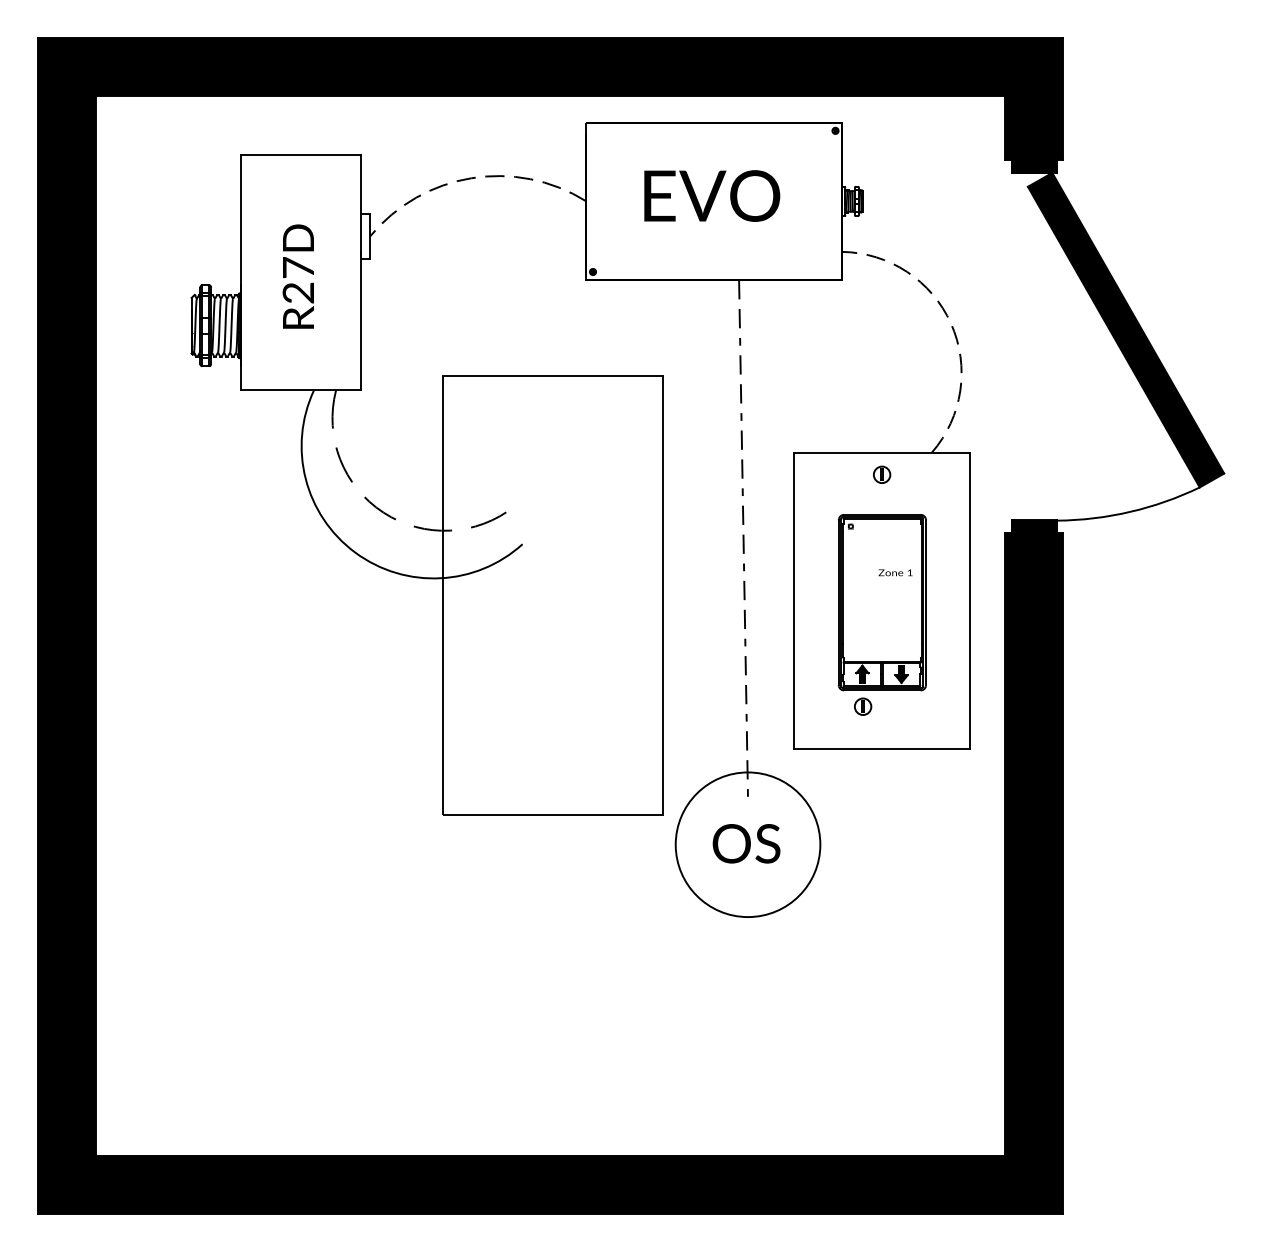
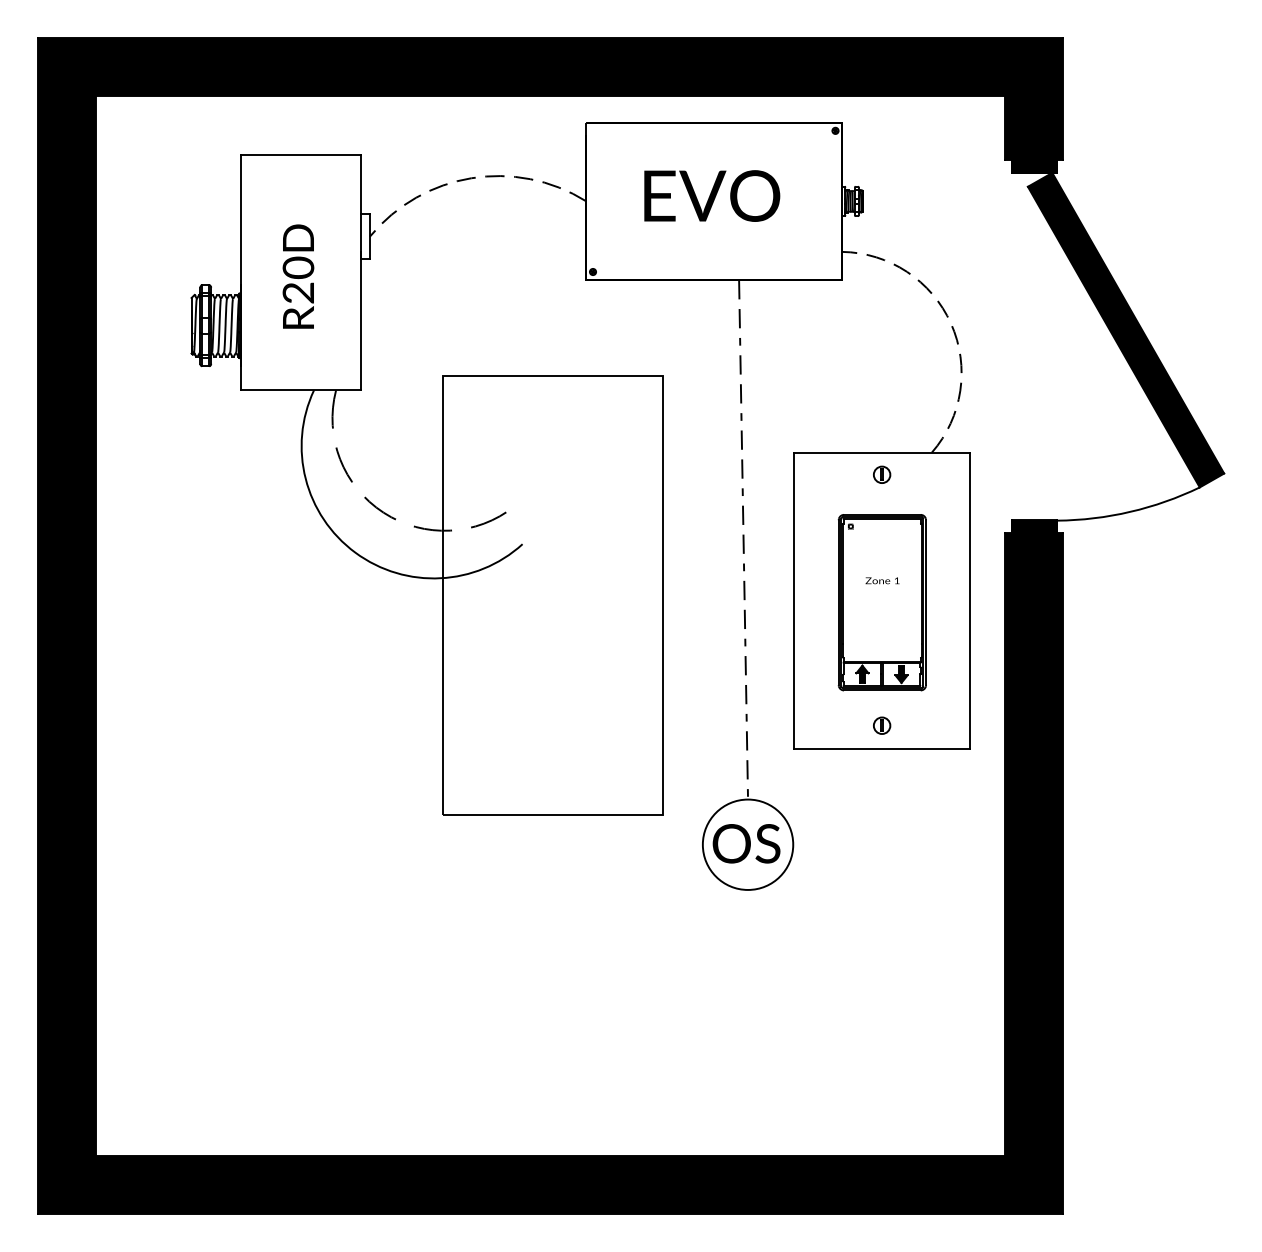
text at (298, 267): R27D -> R20D
text at (895, 572) position: (895, 572) -> (882, 580)
part at (863, 706) position: (863, 706) -> (882, 725)
circle at (747, 844) diameter: 145 px -> 90 px
